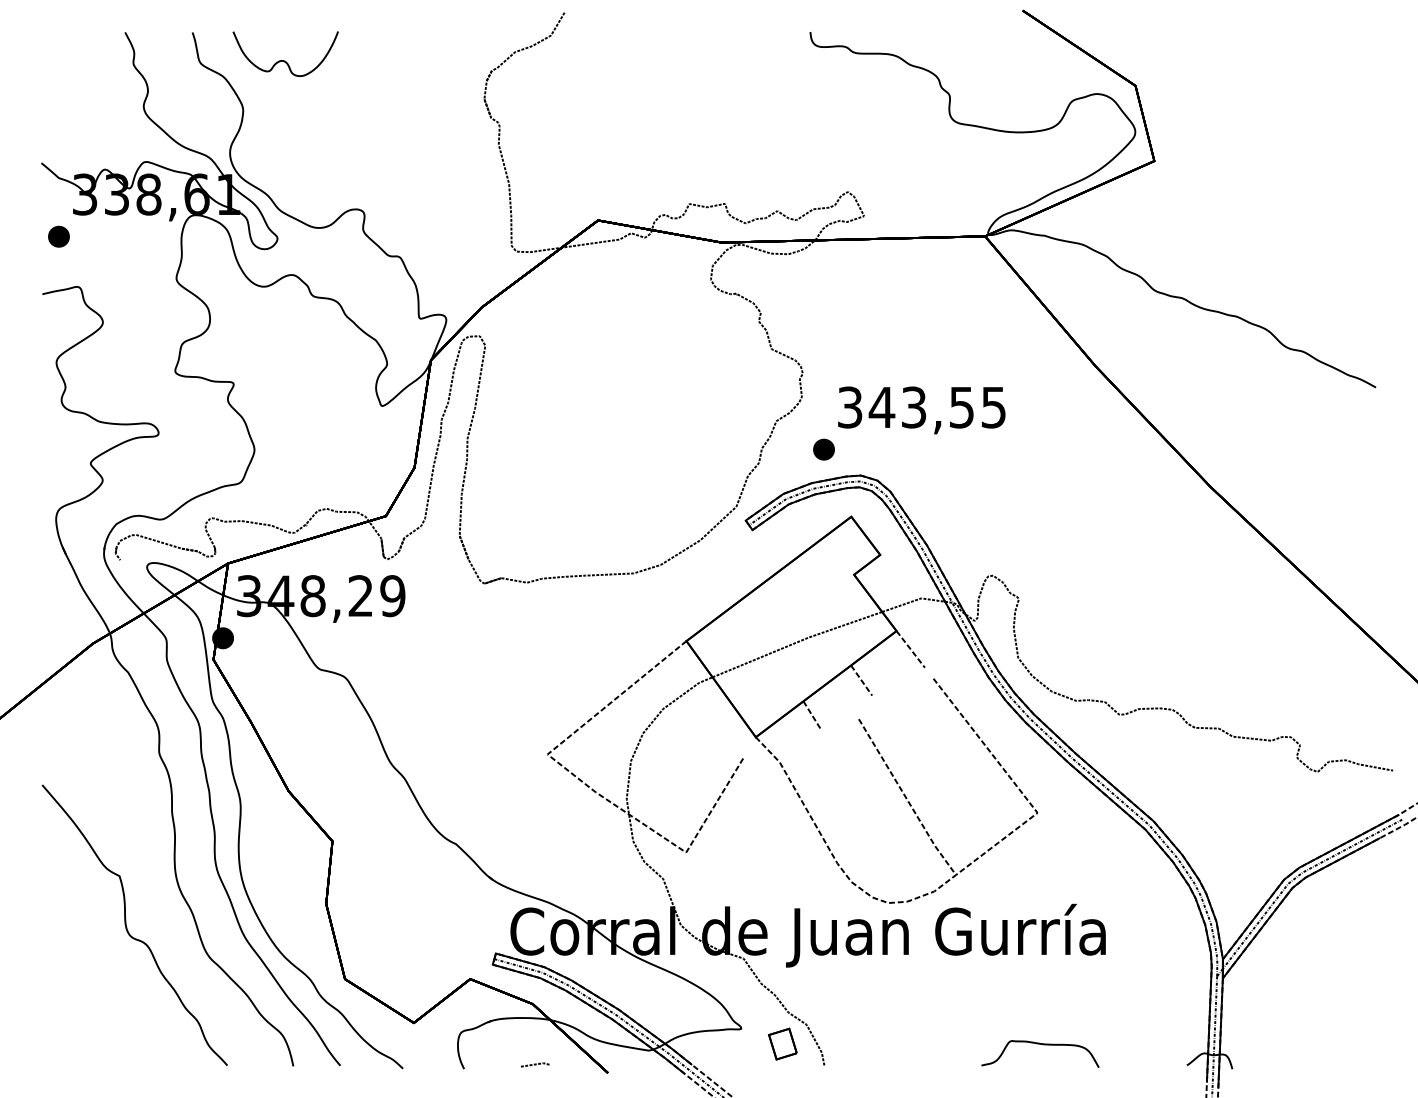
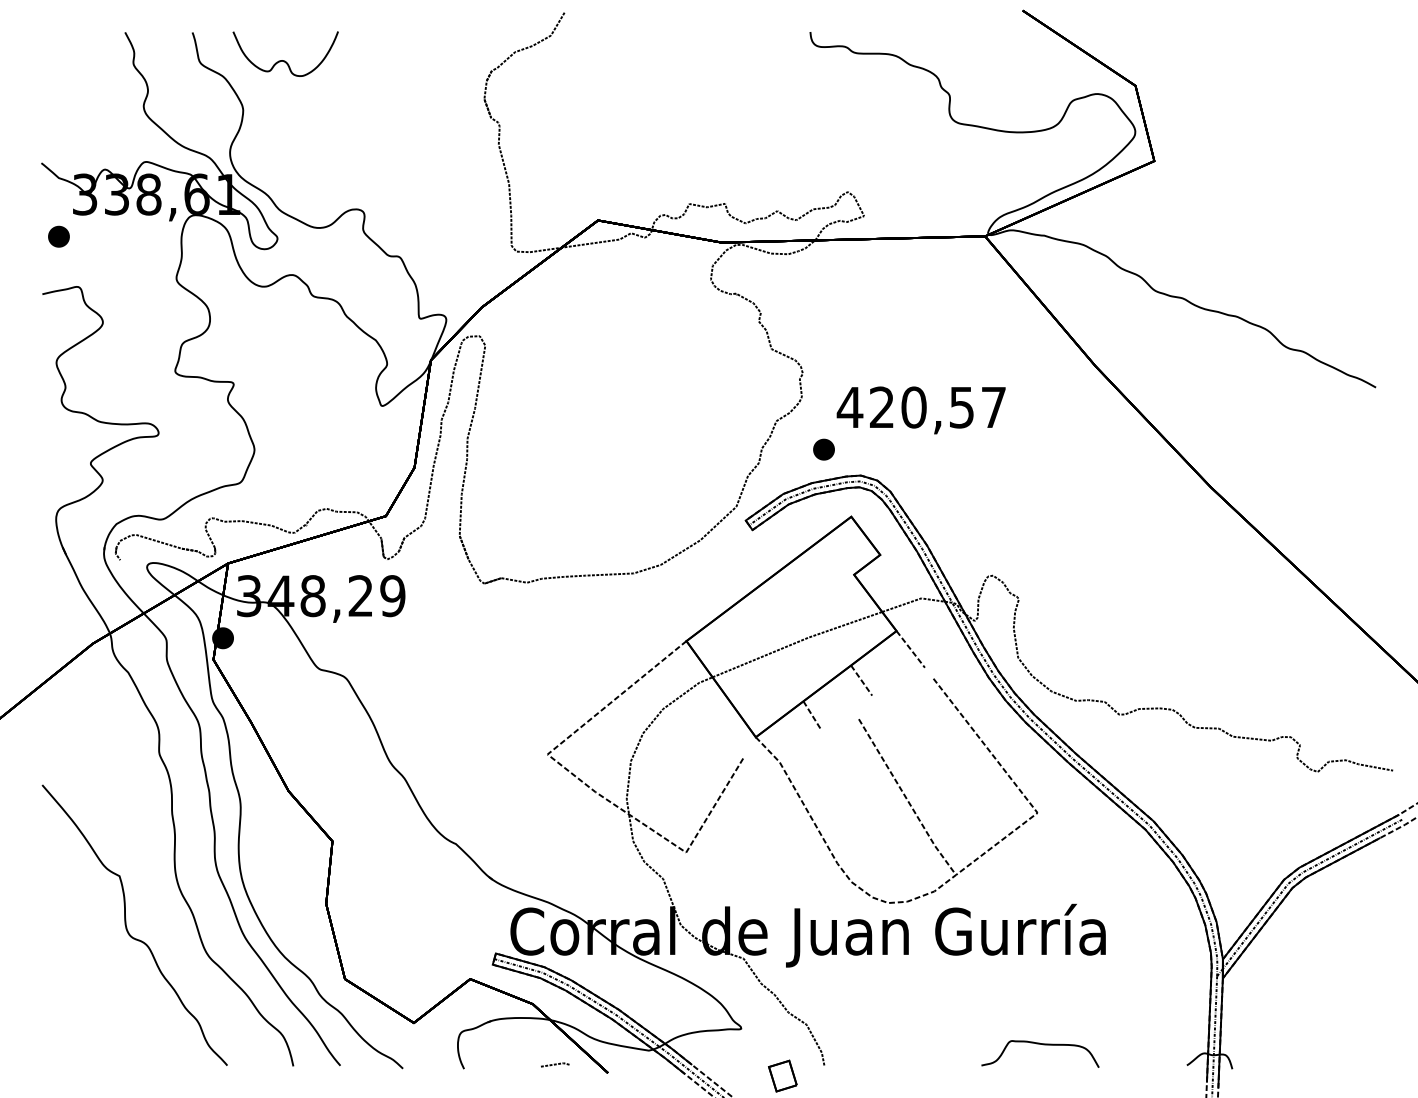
text at (920, 407): 343,55 -> 420,57
part at (782, 1043) position: (782, 1043) -> (782, 1075)
line at (535, 1064) position: (535, 1064) -> (555, 1064)
